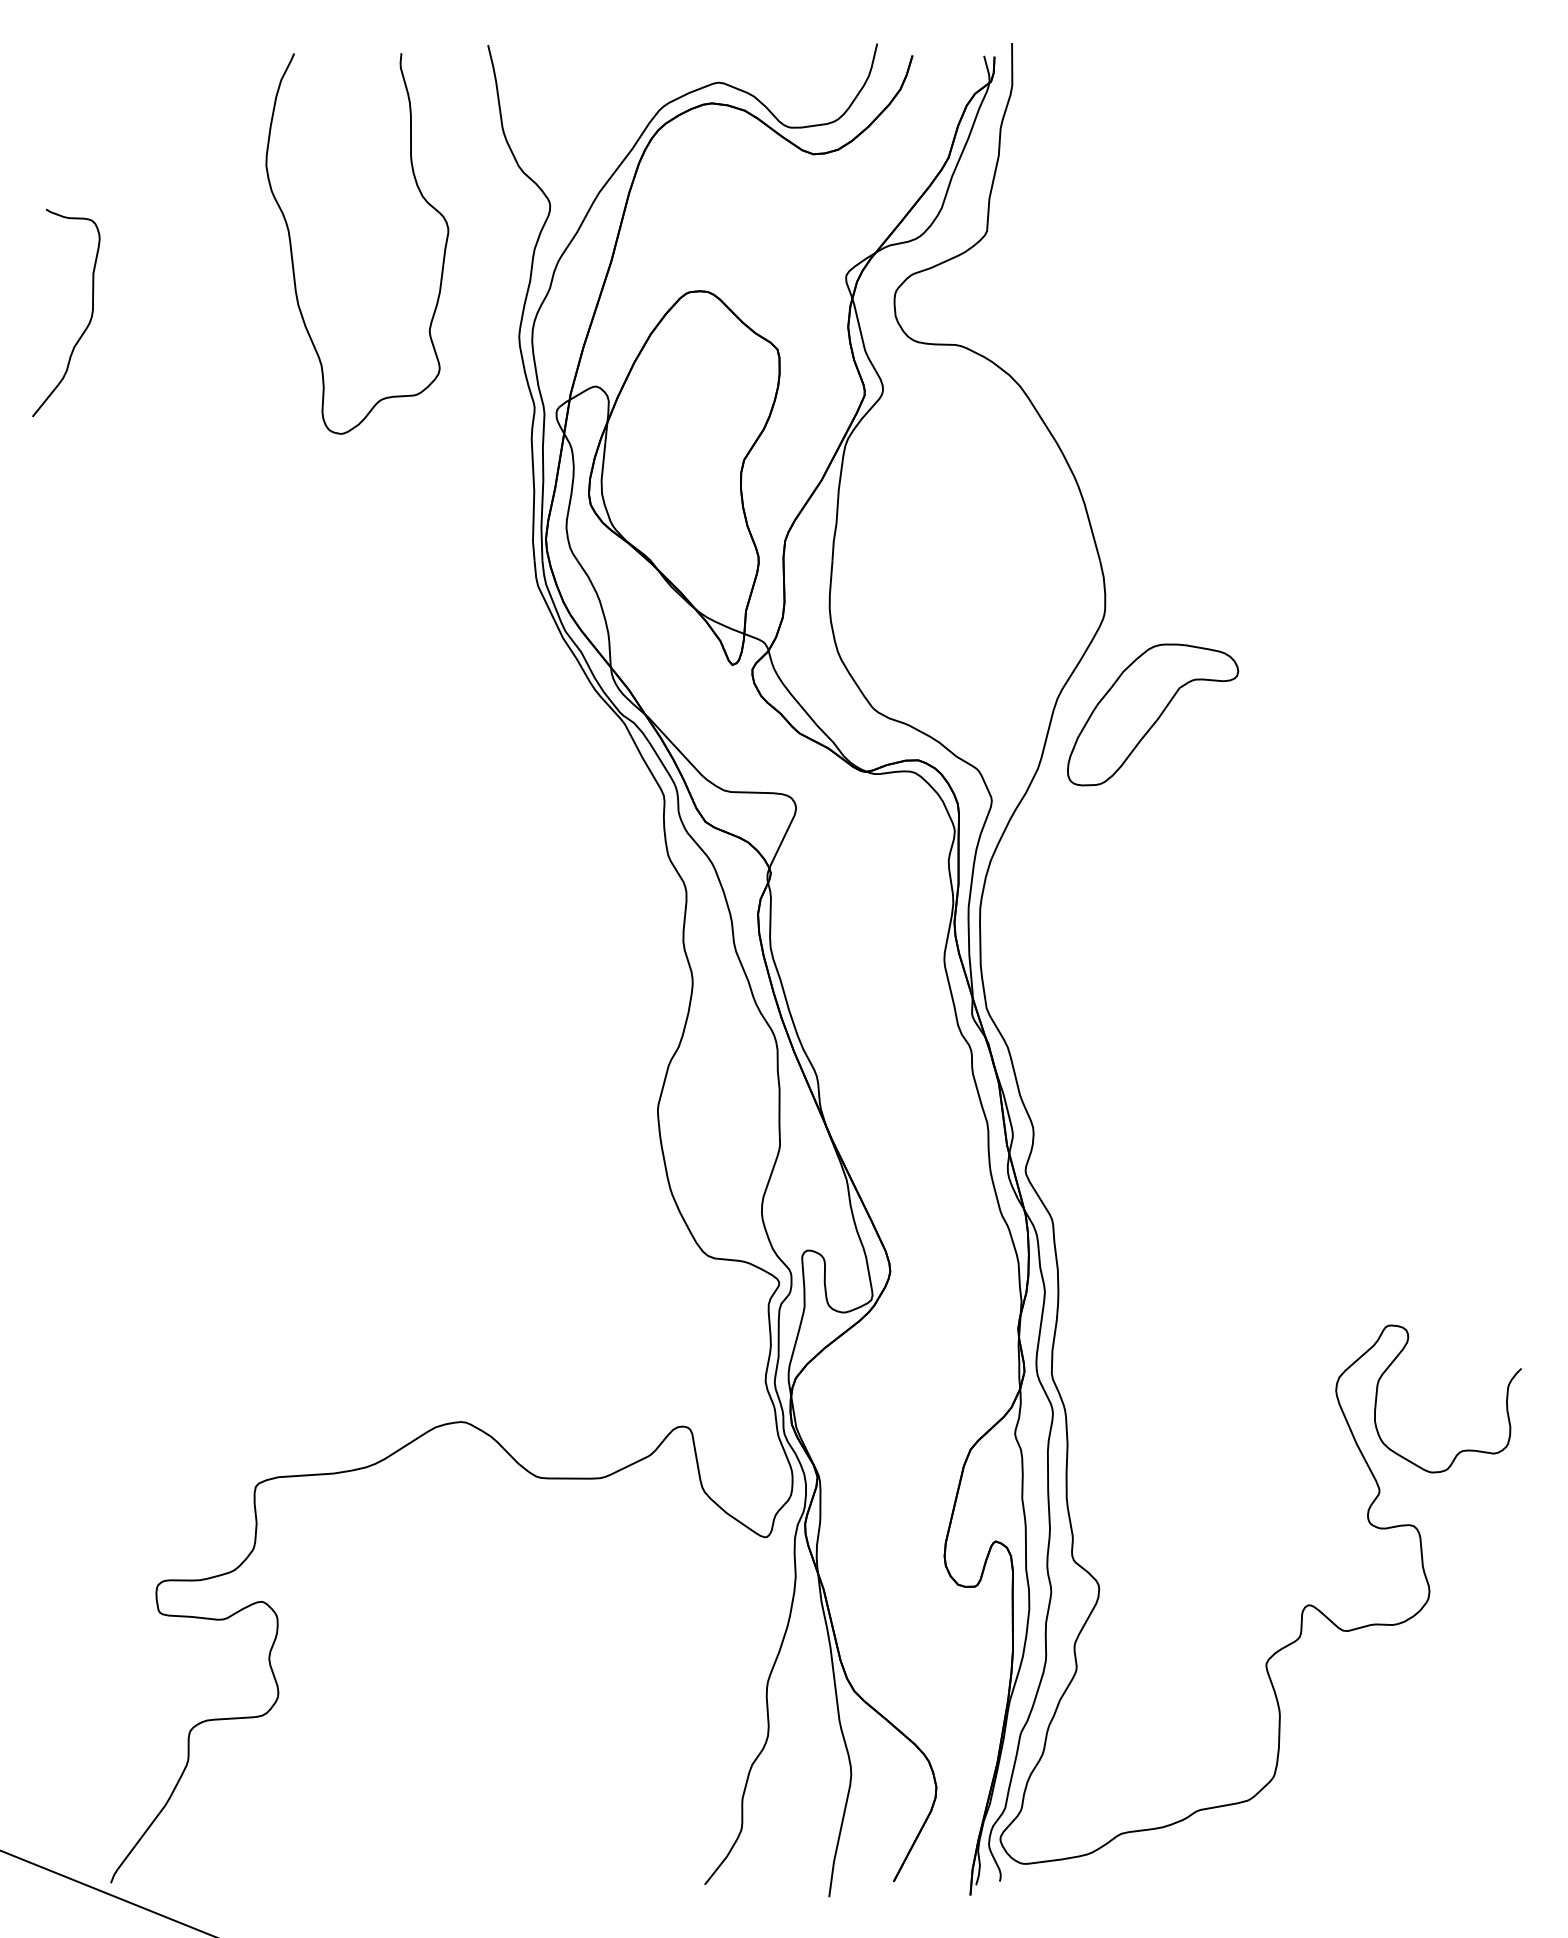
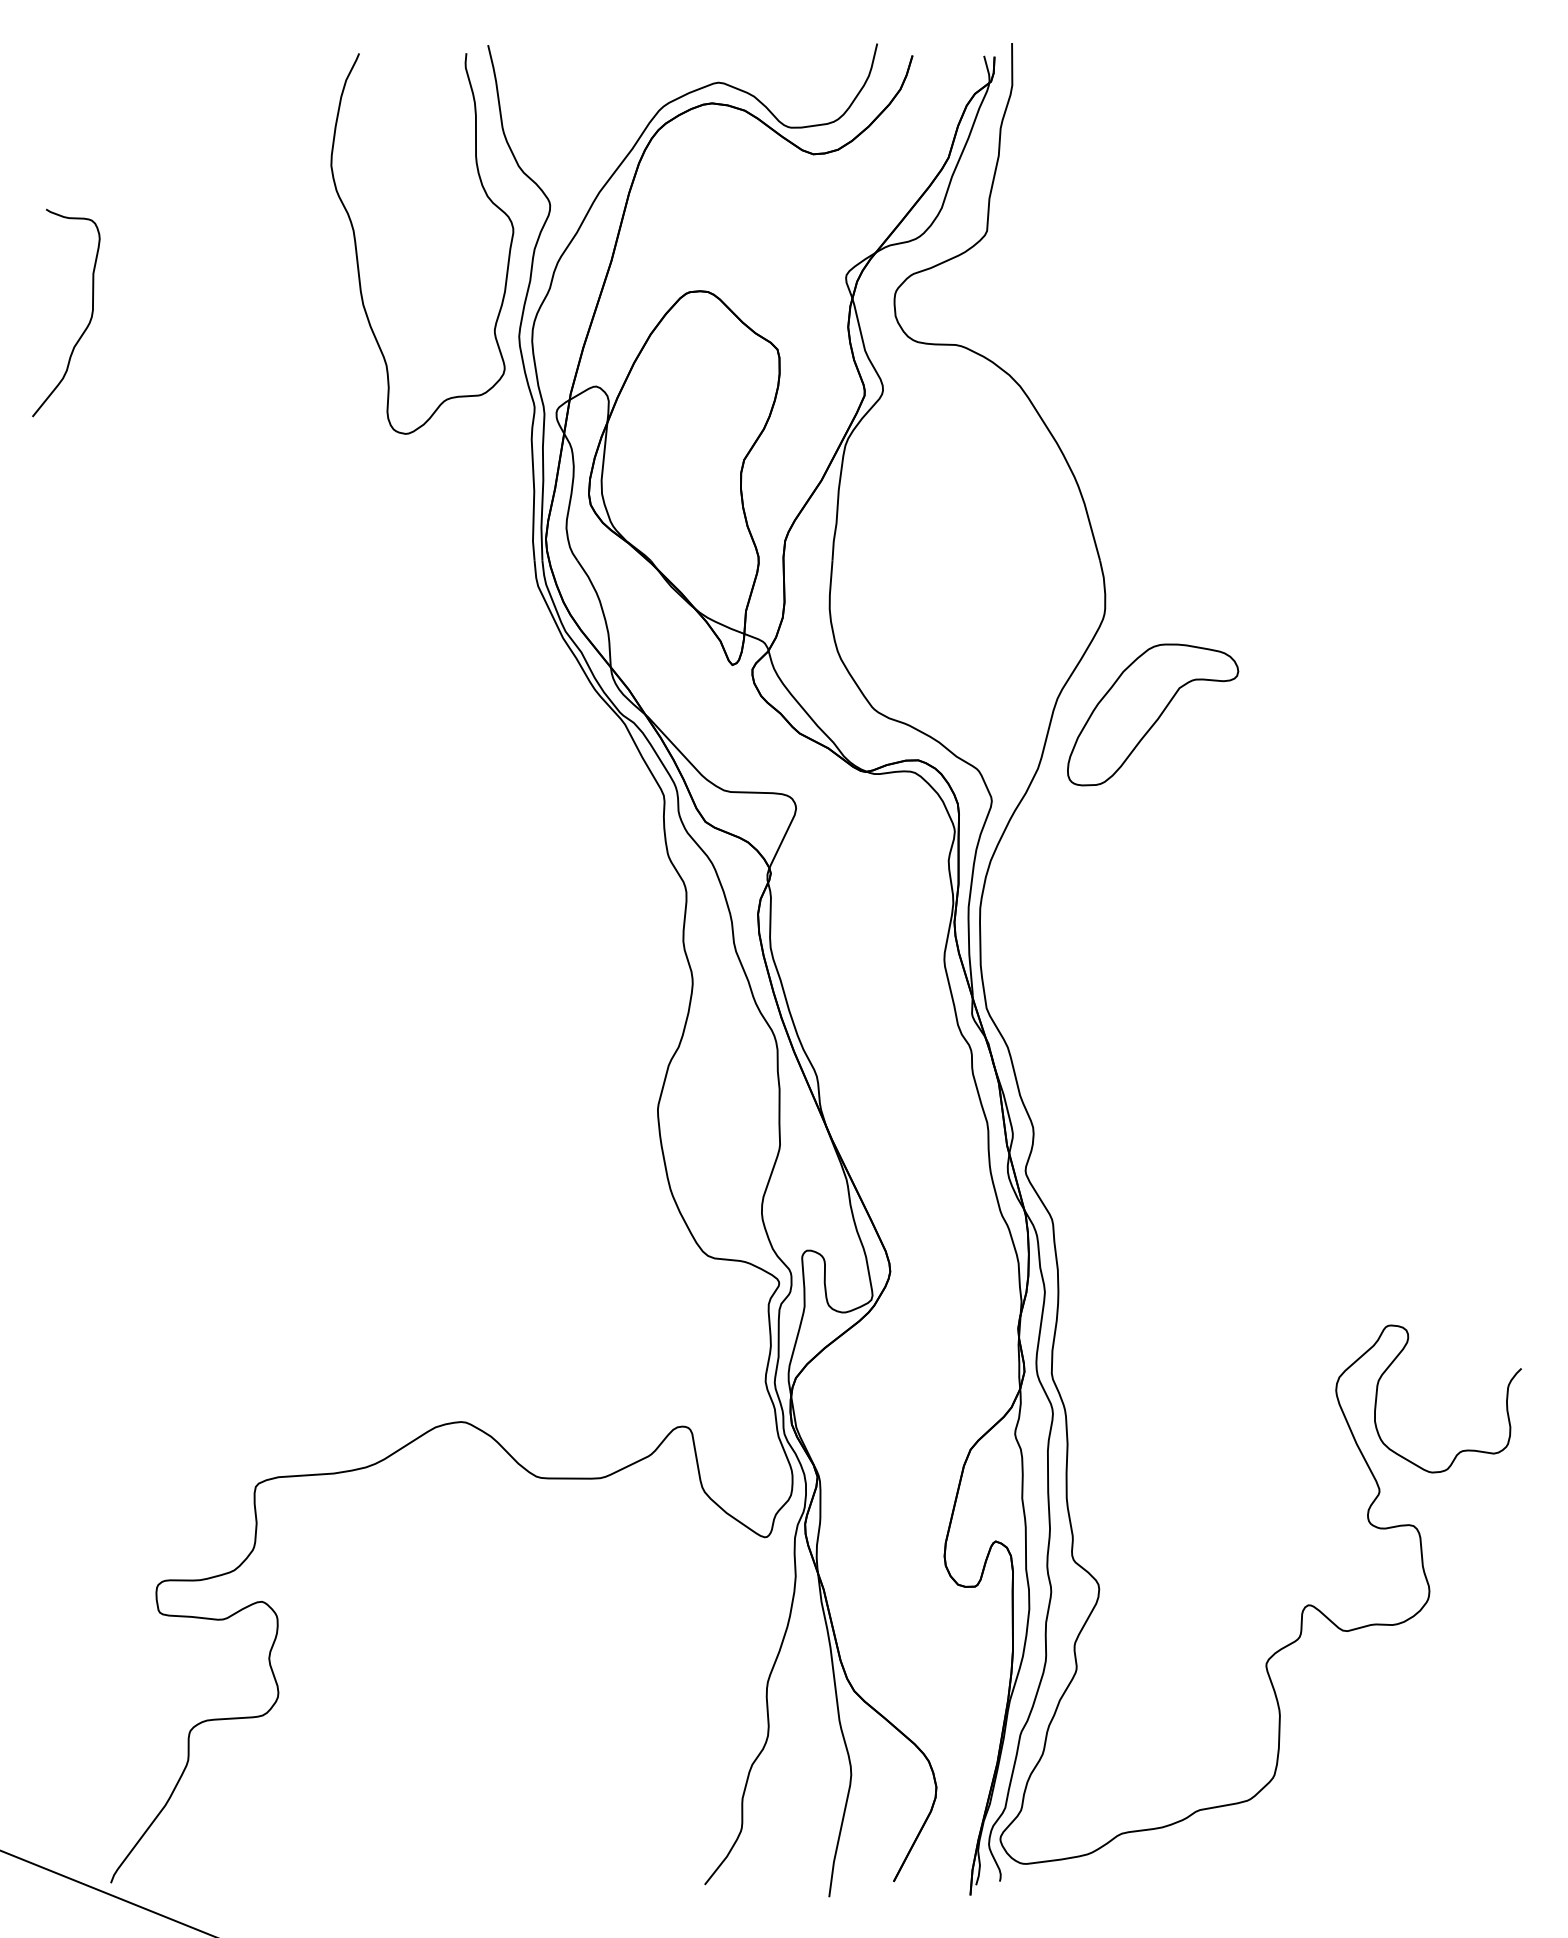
curve at (292, 250) position: (292, 250) -> (357, 250)
